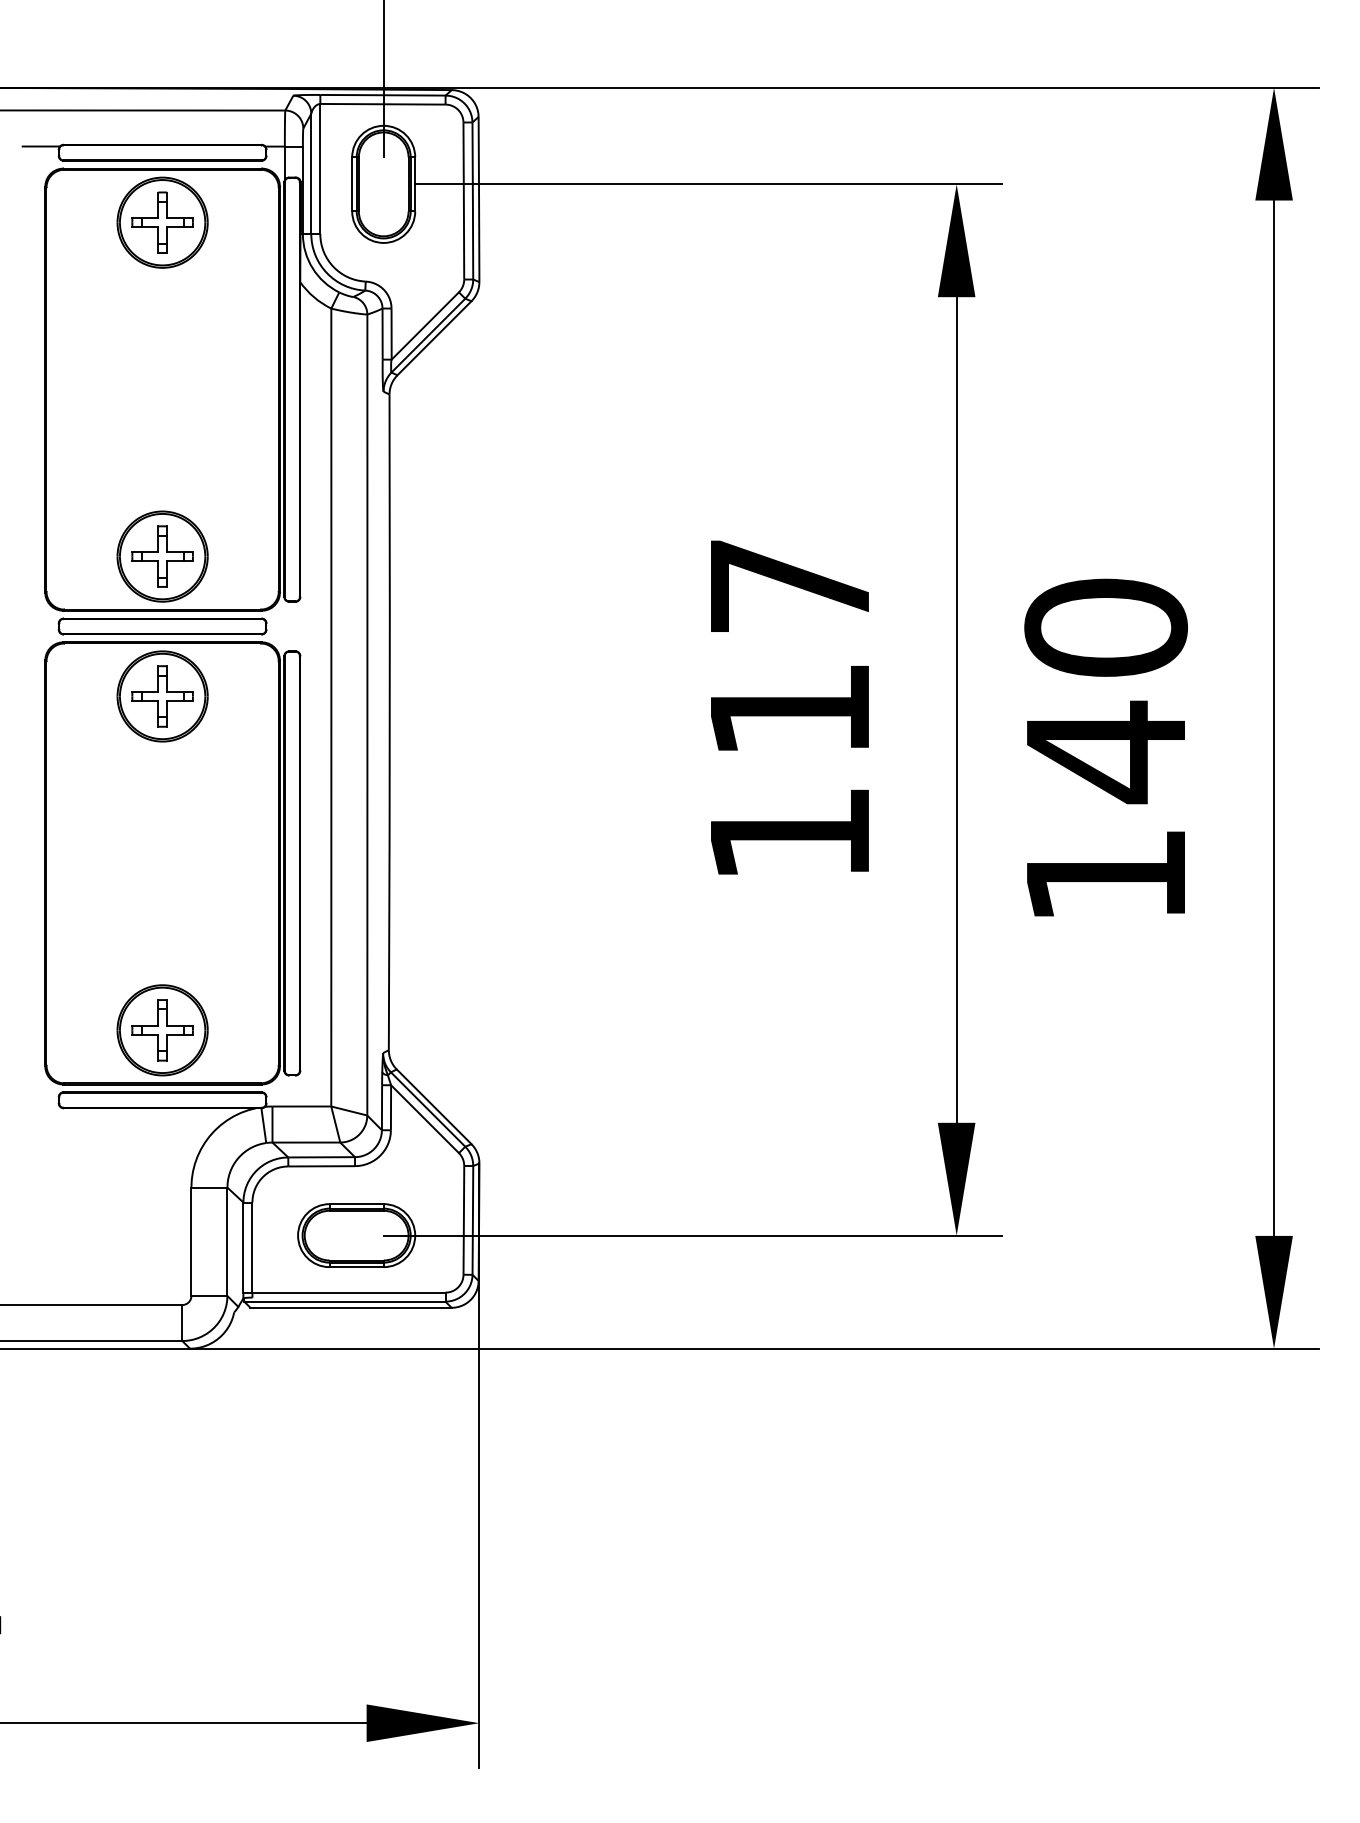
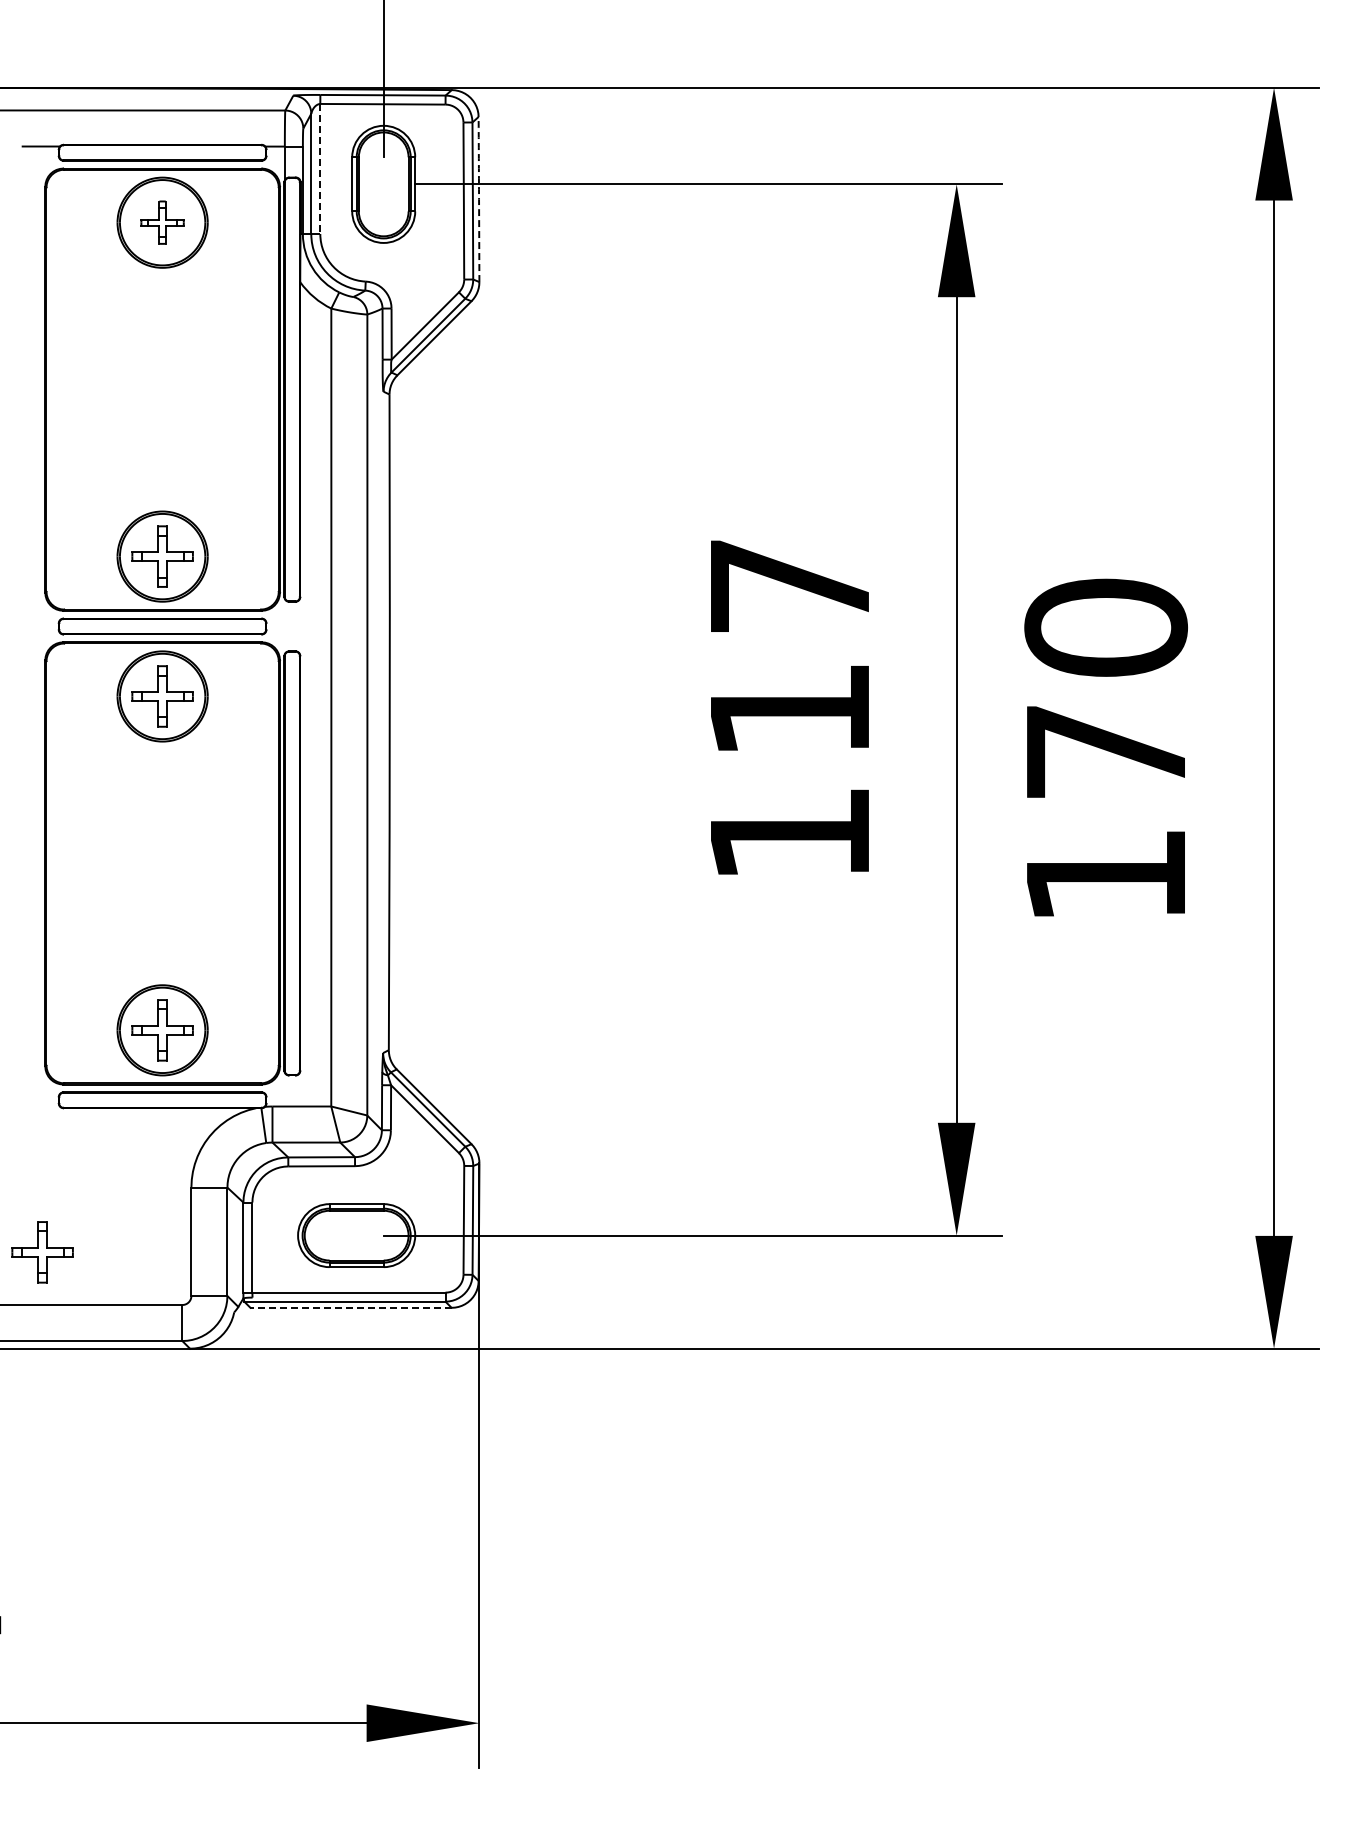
line at (320, 169): solid -> dashed
arc at (479, 199): solid -> dashed
part at (162, 222) size: 63x63 px -> 45x45 px
text at (1105, 752): 140 -> 170
part at (42, 1252): none -> present
line at (351, 1307): solid -> dashed
